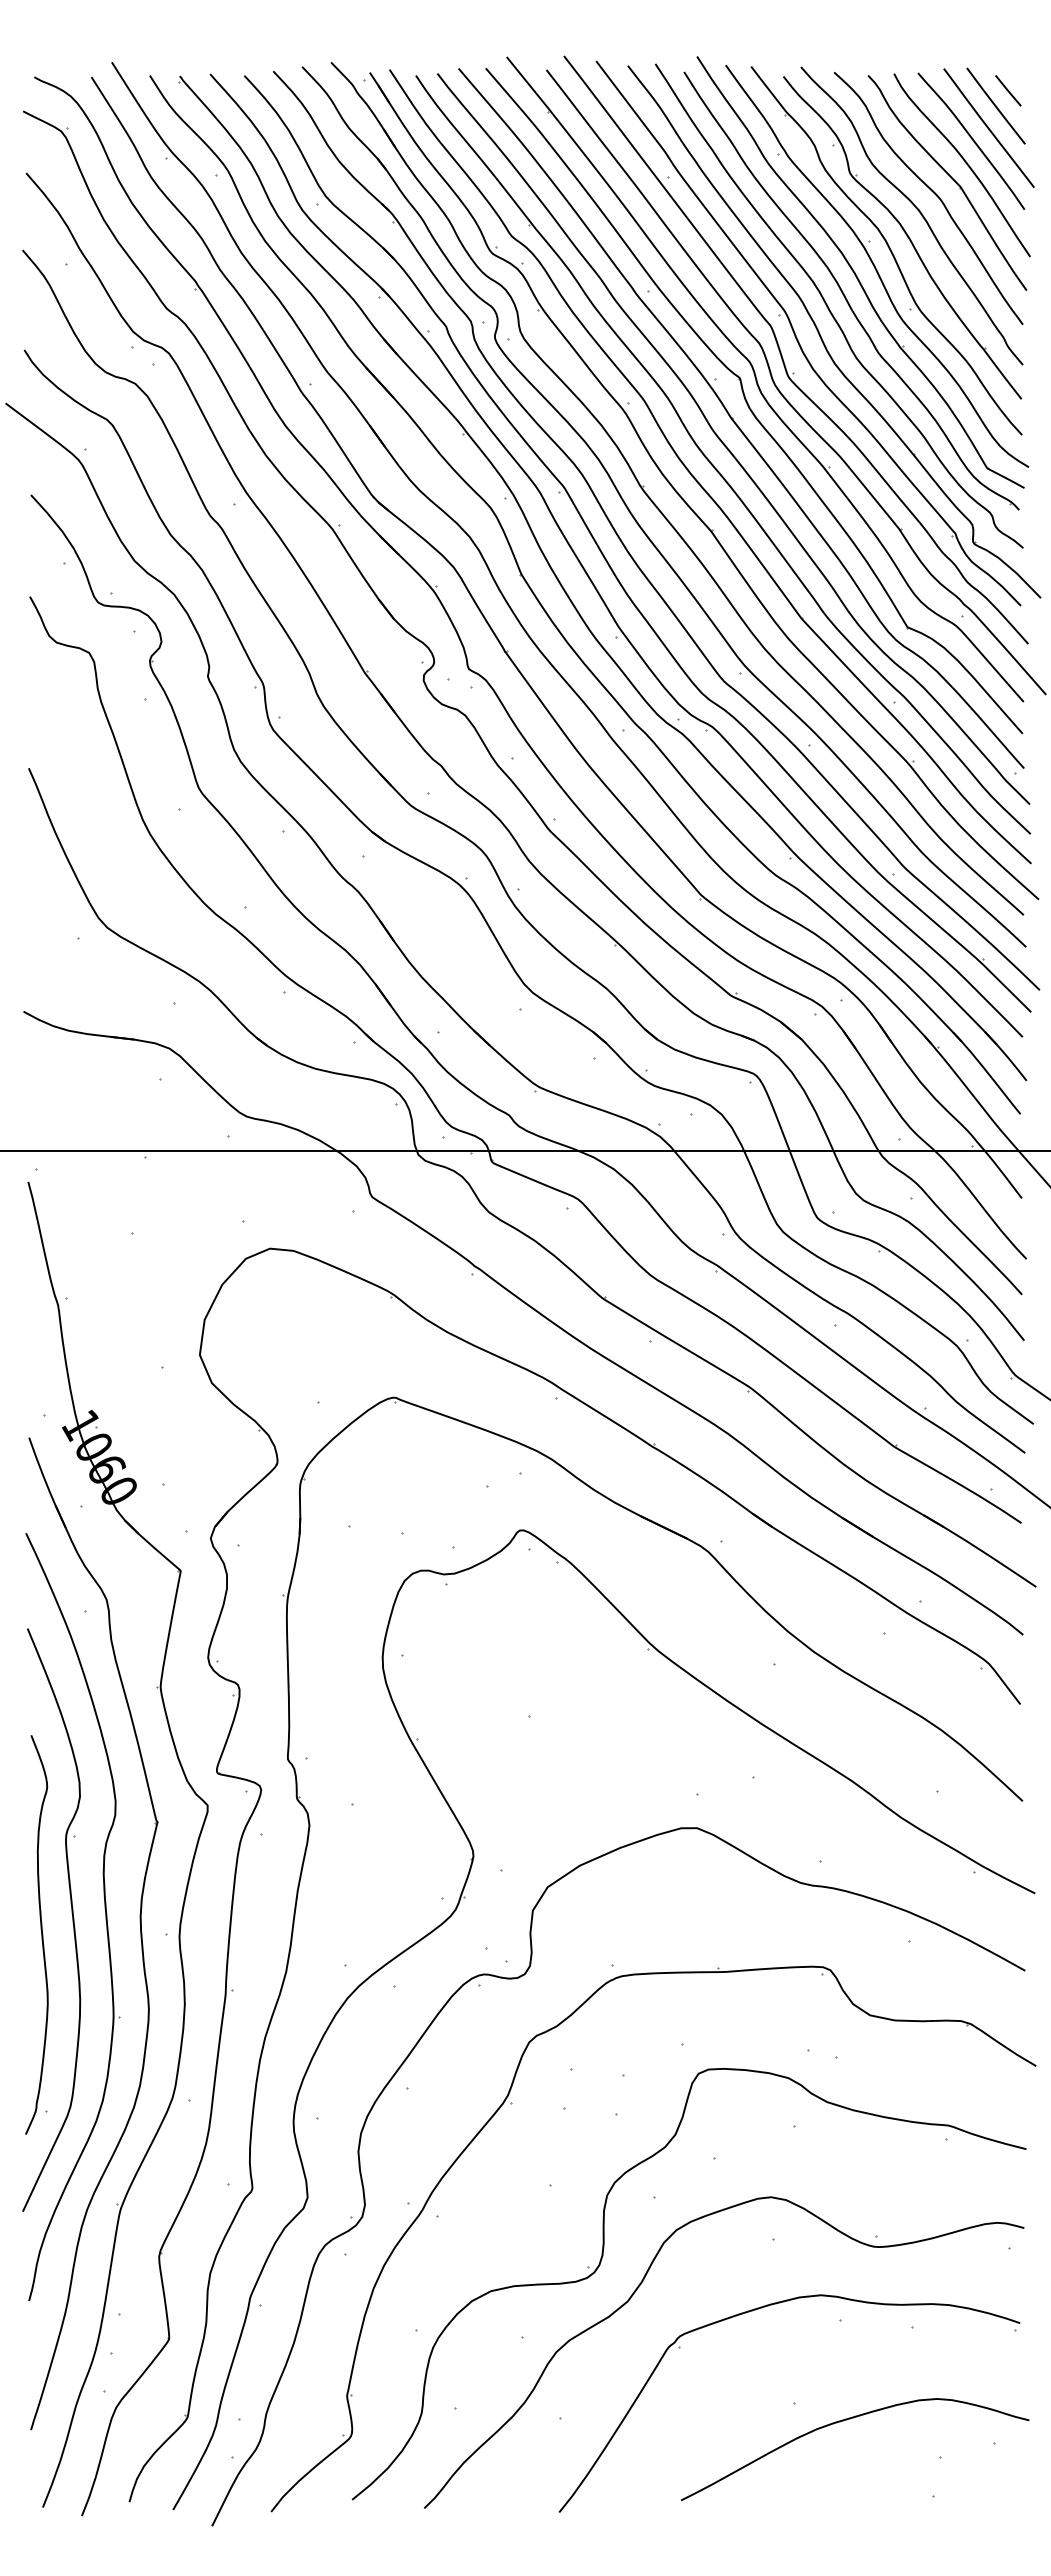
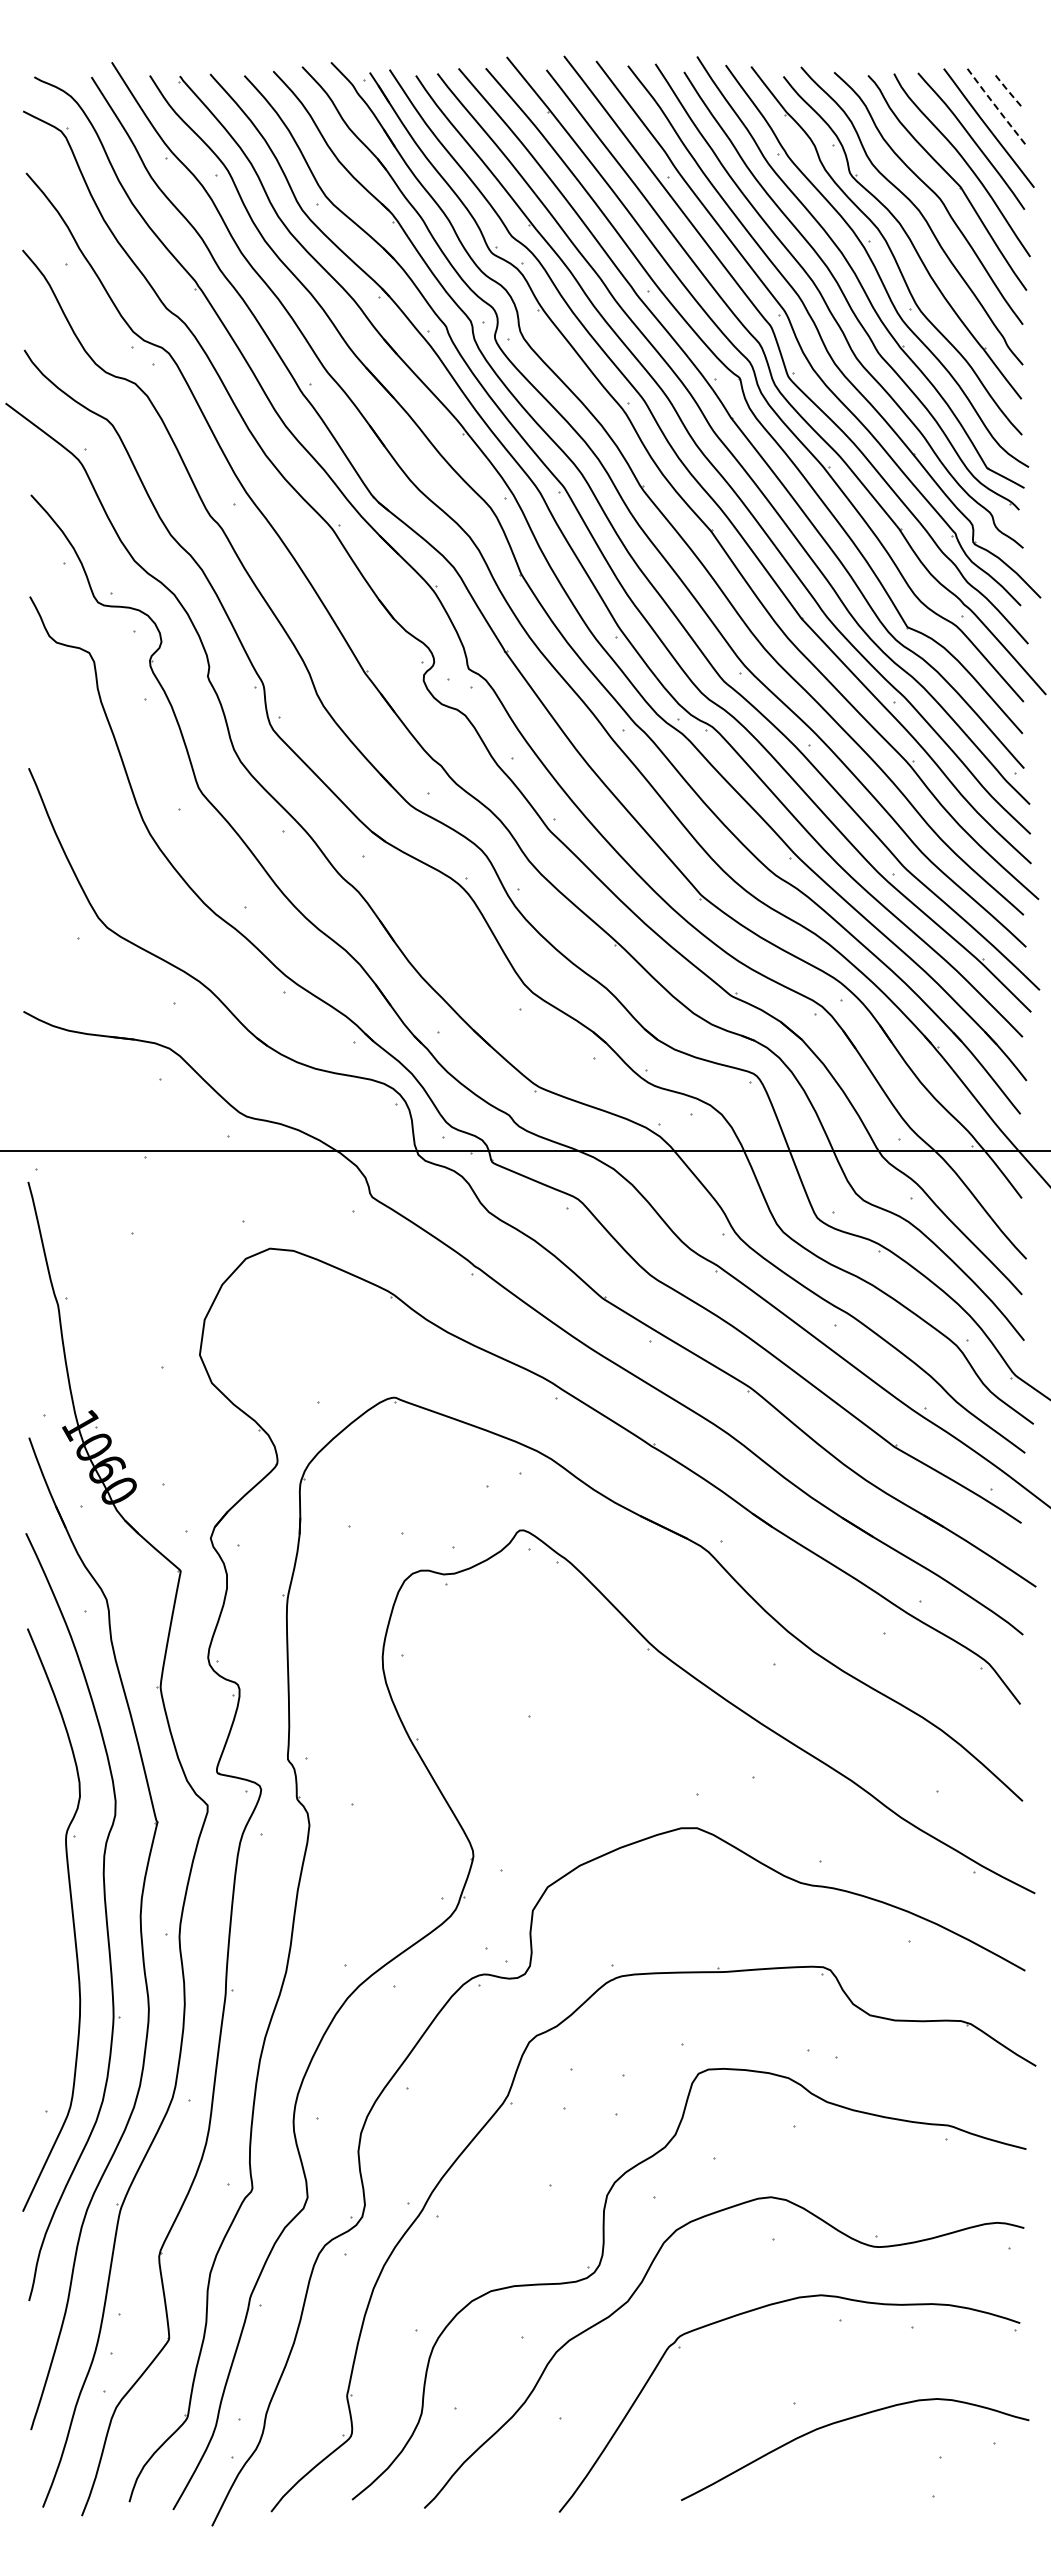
line at (1008, 90): solid -> dashed
line at (995, 106): solid -> dashed
curve at (41, 1934): present -> none
